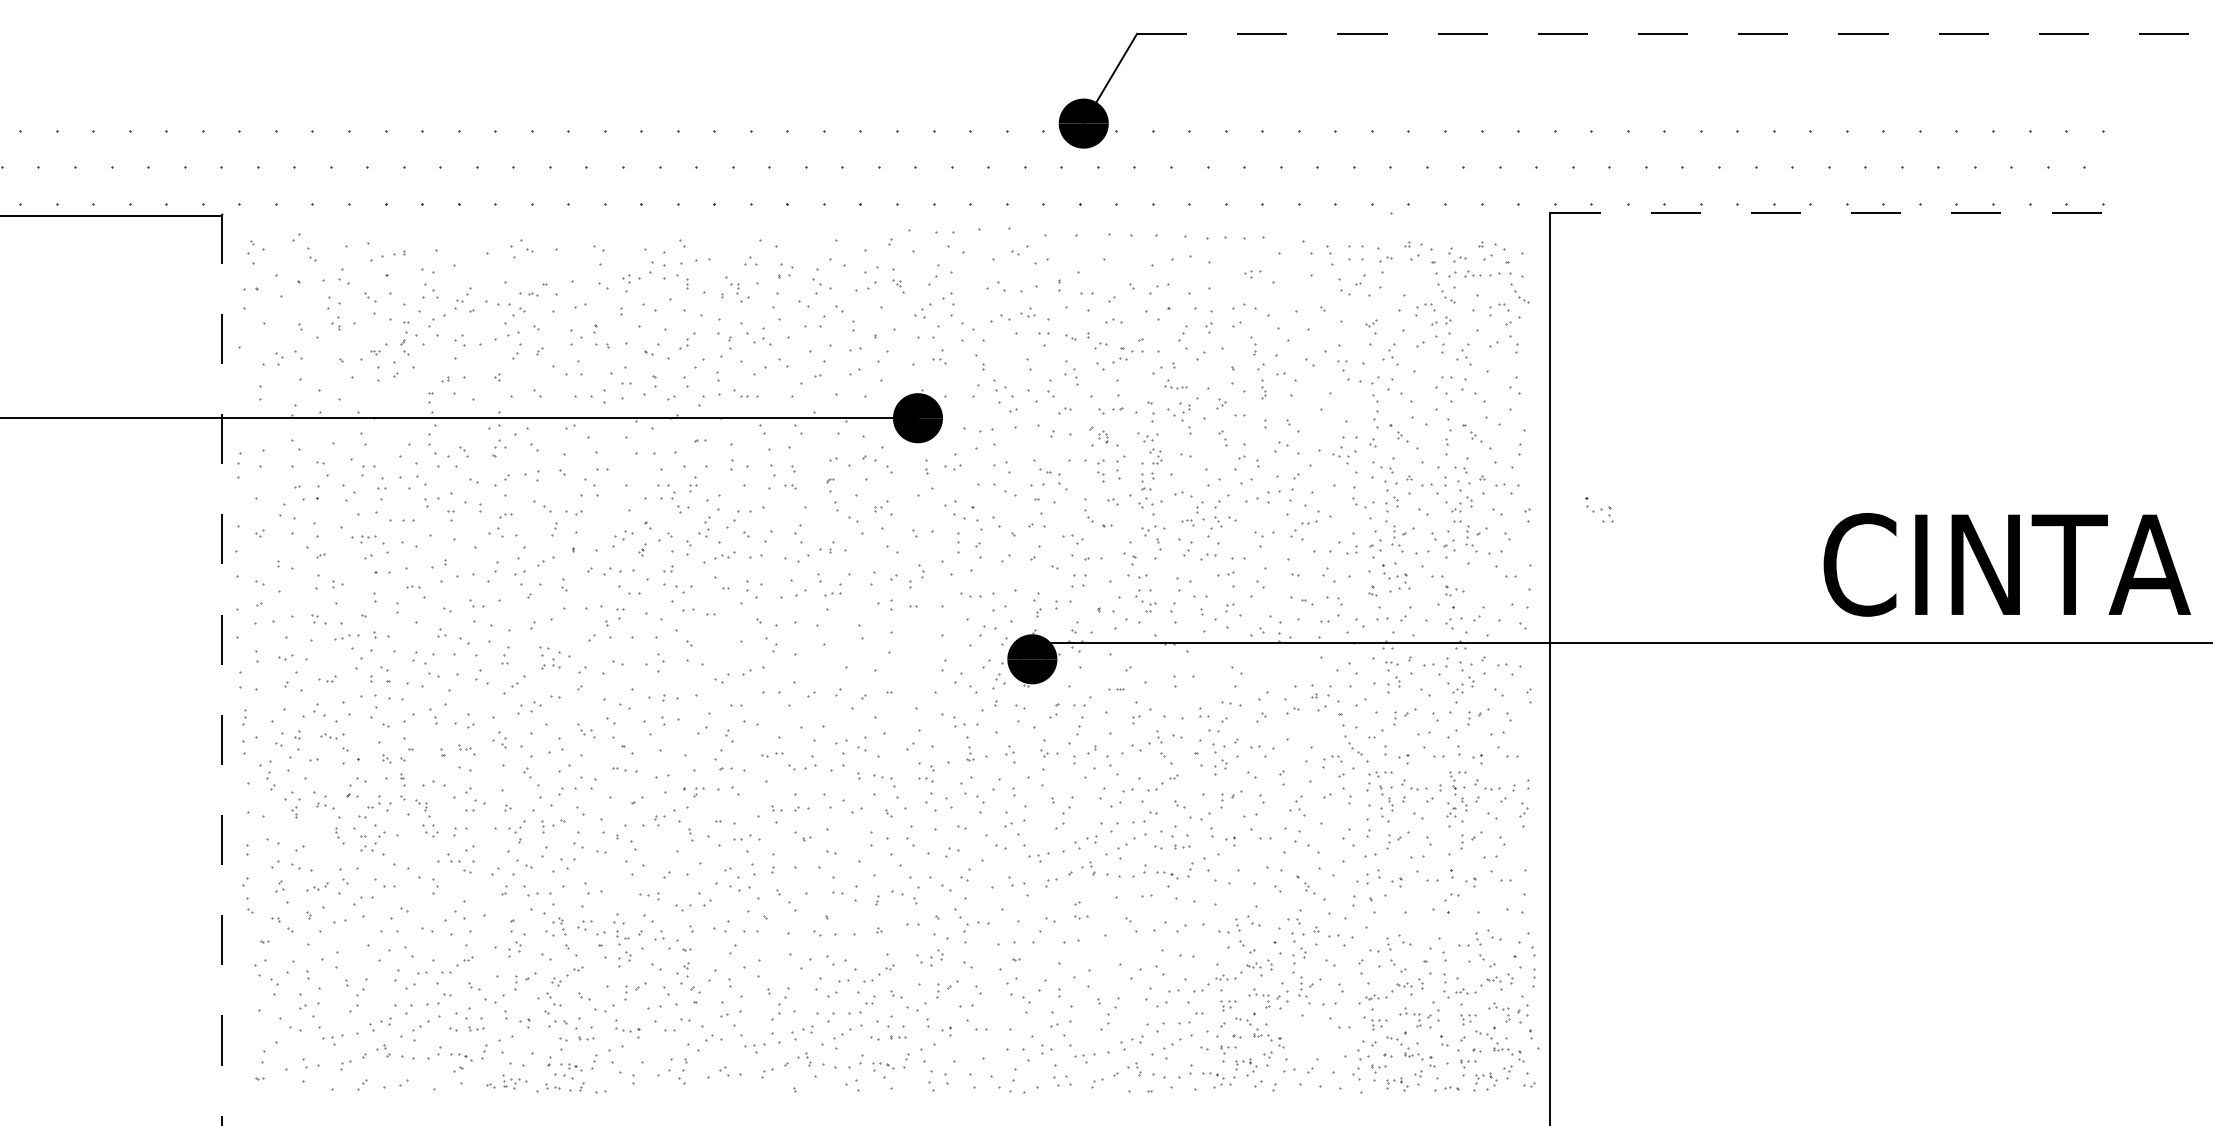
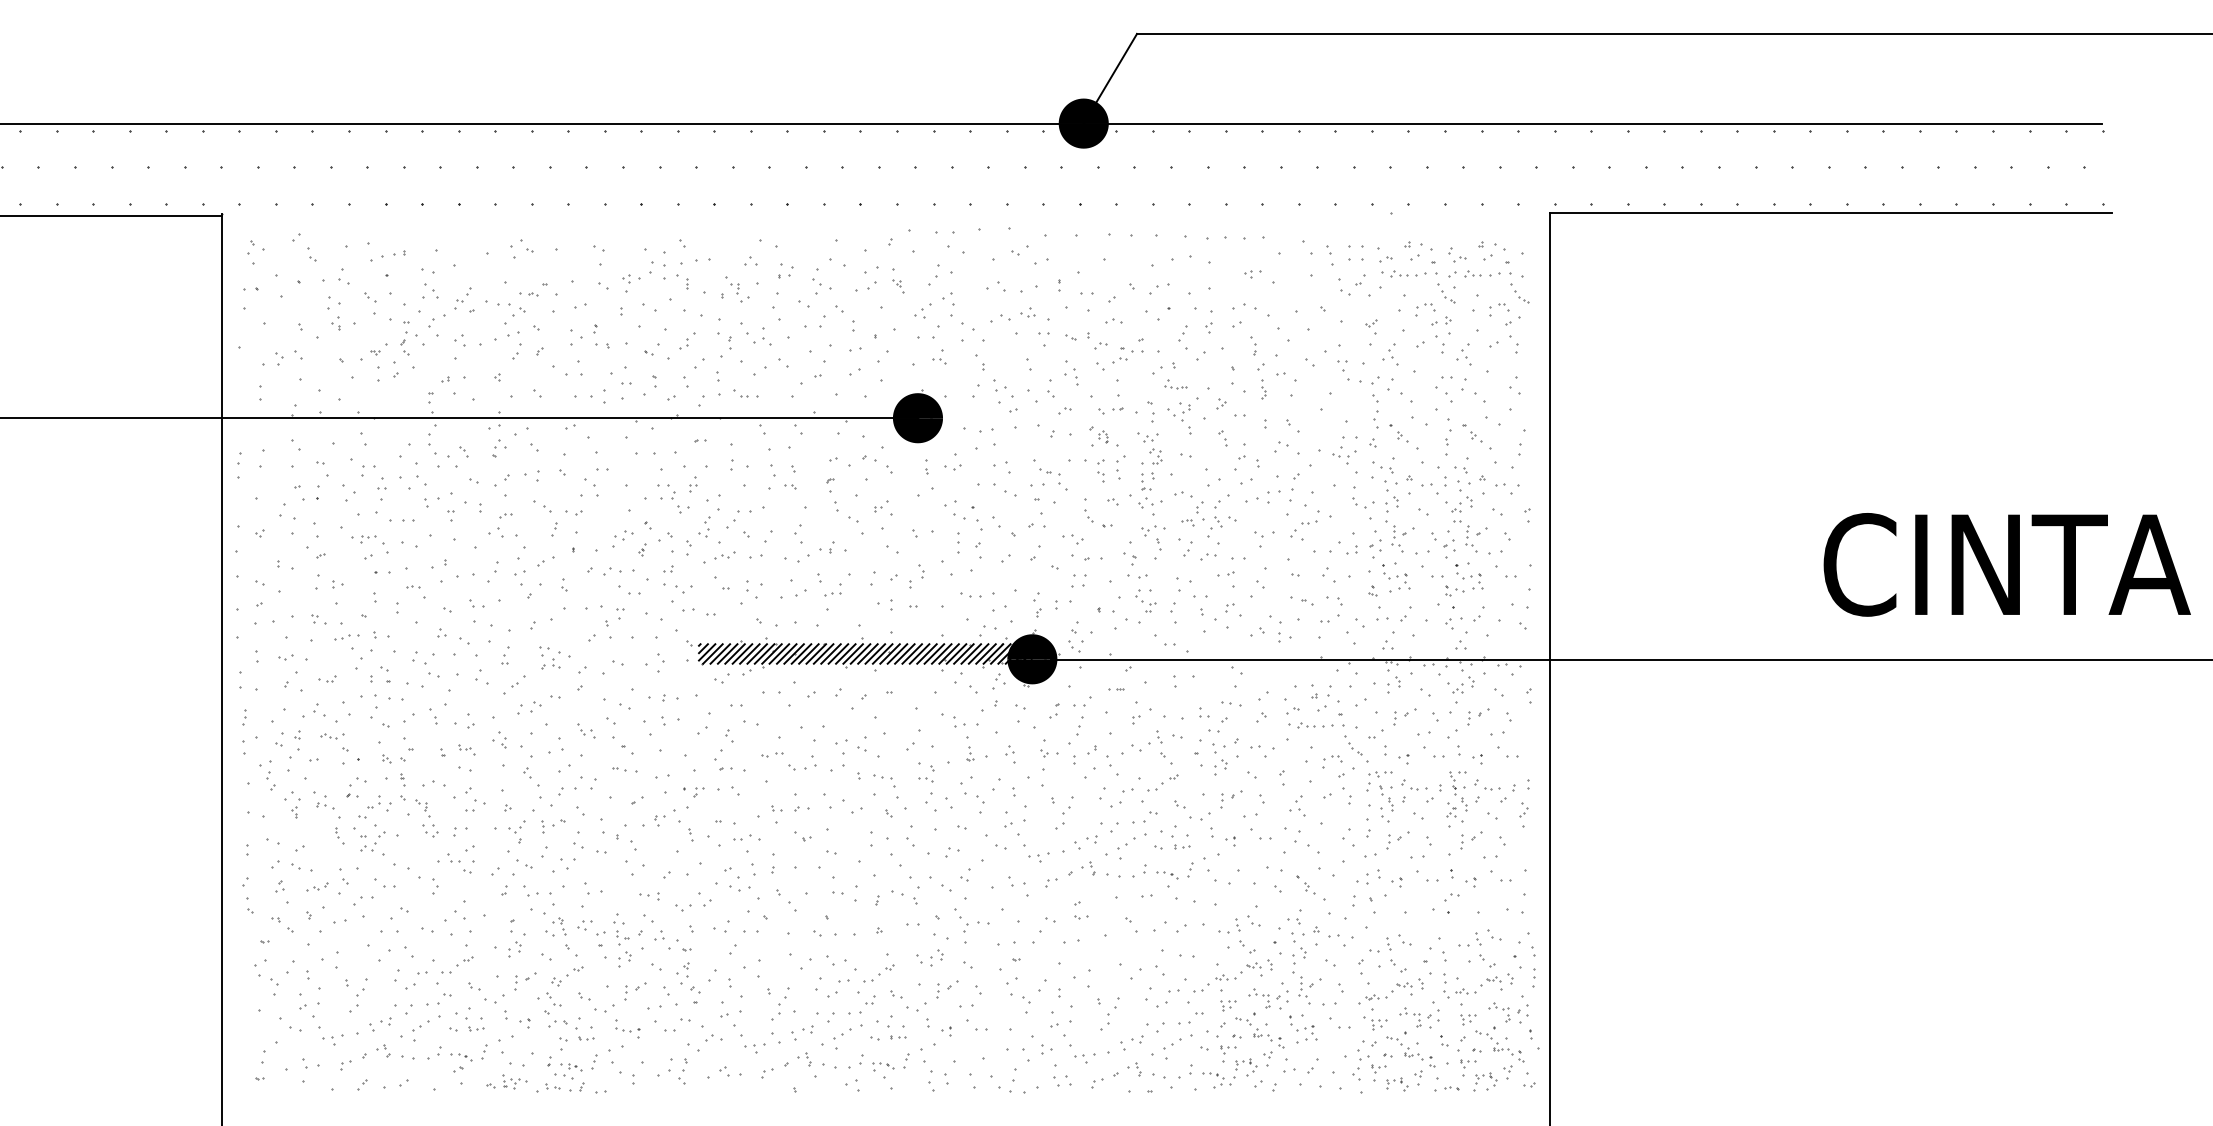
line at (1674, 33): dashed -> solid
line at (1051, 123): none -> present
line at (1831, 212): dashed -> solid
part at (1408, 273): none -> present
part at (1599, 509) position: (1599, 509) -> (1469, 576)
line at (1629, 643) position: (1629, 643) -> (1629, 660)
hatch at (865, 653): none -> present
line at (222, 669): dashed -> solid
part at (1310, 725): none -> present
part at (1303, 1029): none -> present
